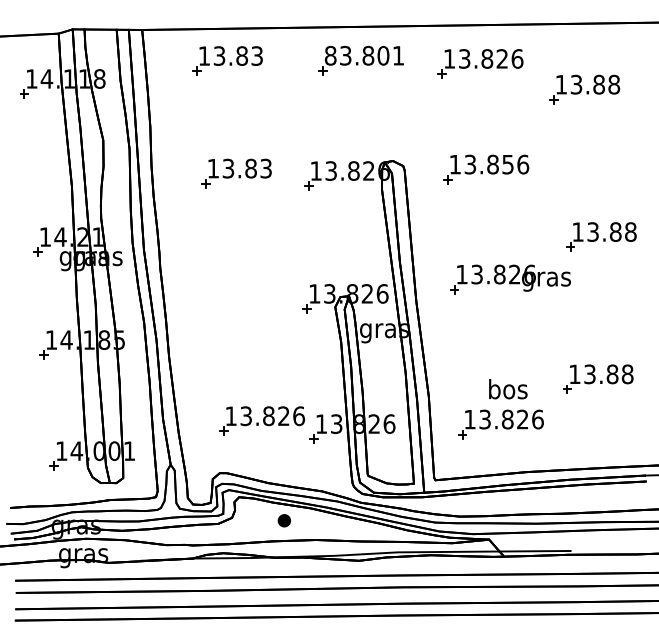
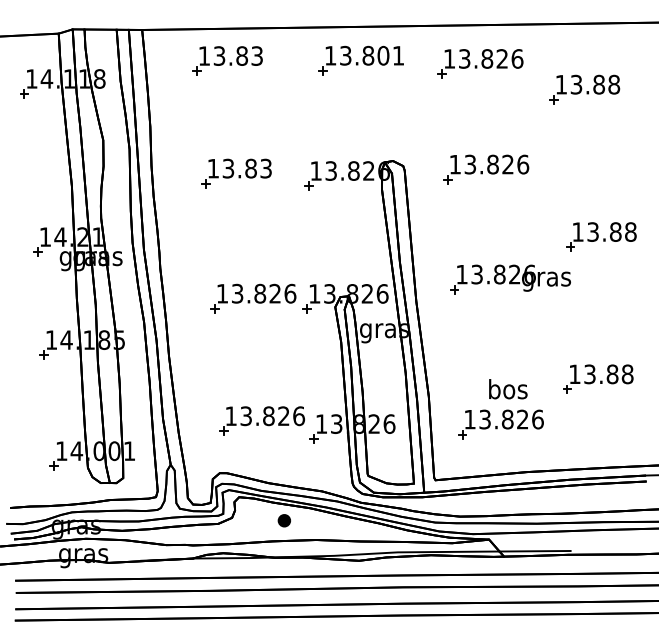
text at (330, 55): 83.801 -> 13.801
text at (507, 164): 13.856 -> 13.826
part at (253, 298): none -> present
